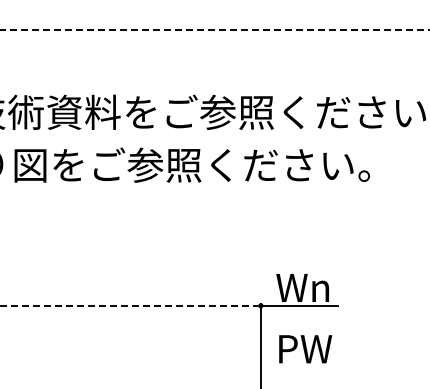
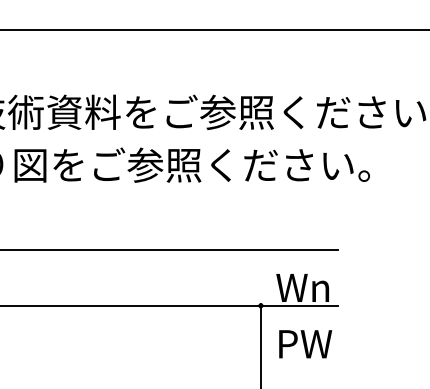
line at (214, 29): dashed -> solid
line at (170, 249): none -> present
line at (130, 305): dashed -> solid
text at (305, 349) position: (305, 349) -> (305, 344)
